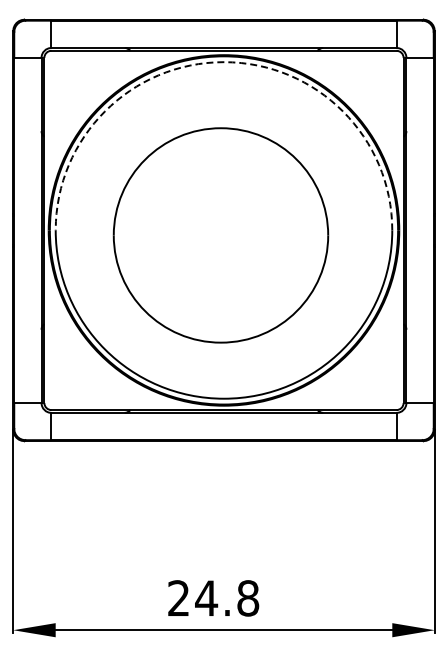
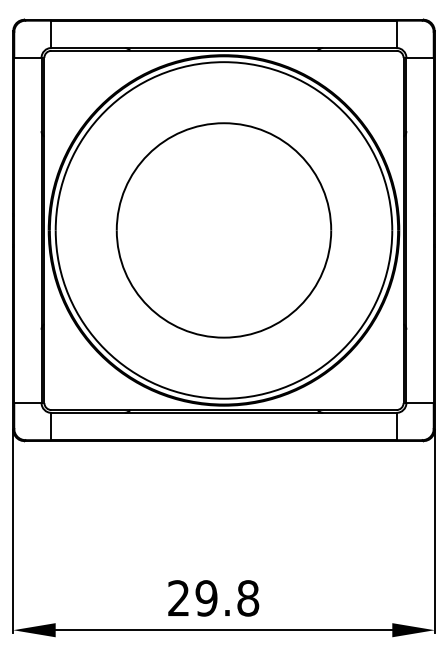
arc at (223, 62): dashed -> solid
part at (220, 235) position: (220, 235) -> (223, 230)
text at (206, 598): 24.8 -> 29.8
